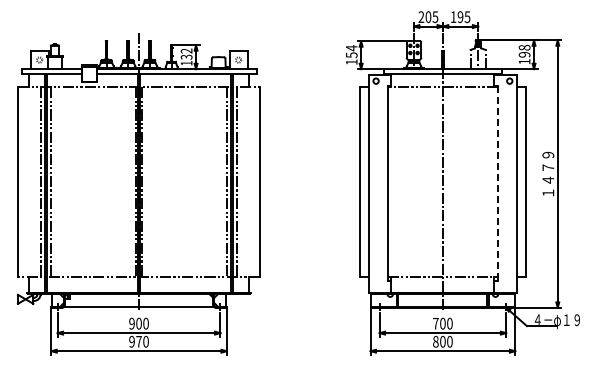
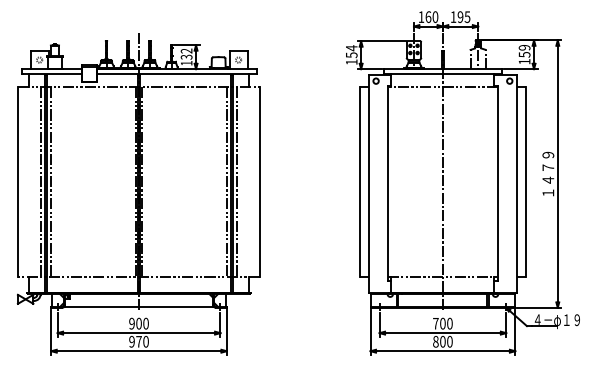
text at (428, 16): 205 -> 160
text at (524, 50): 198 -> 159
line at (498, 183): dashed -> solid
